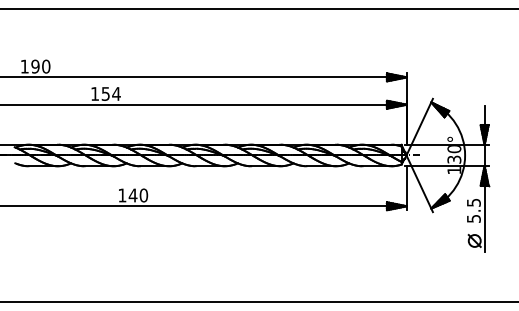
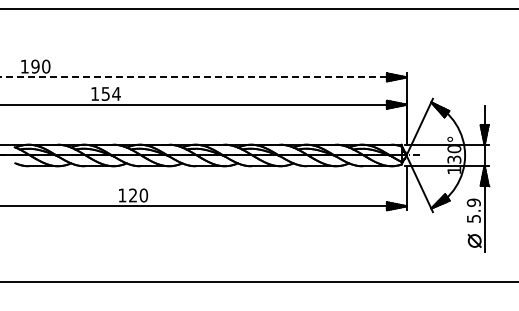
line at (203, 77): solid -> dashed
text at (132, 195): 140 -> 120
text at (473, 202): 5.5 -> 5.9
line at (258, 301) position: (258, 301) -> (258, 281)
